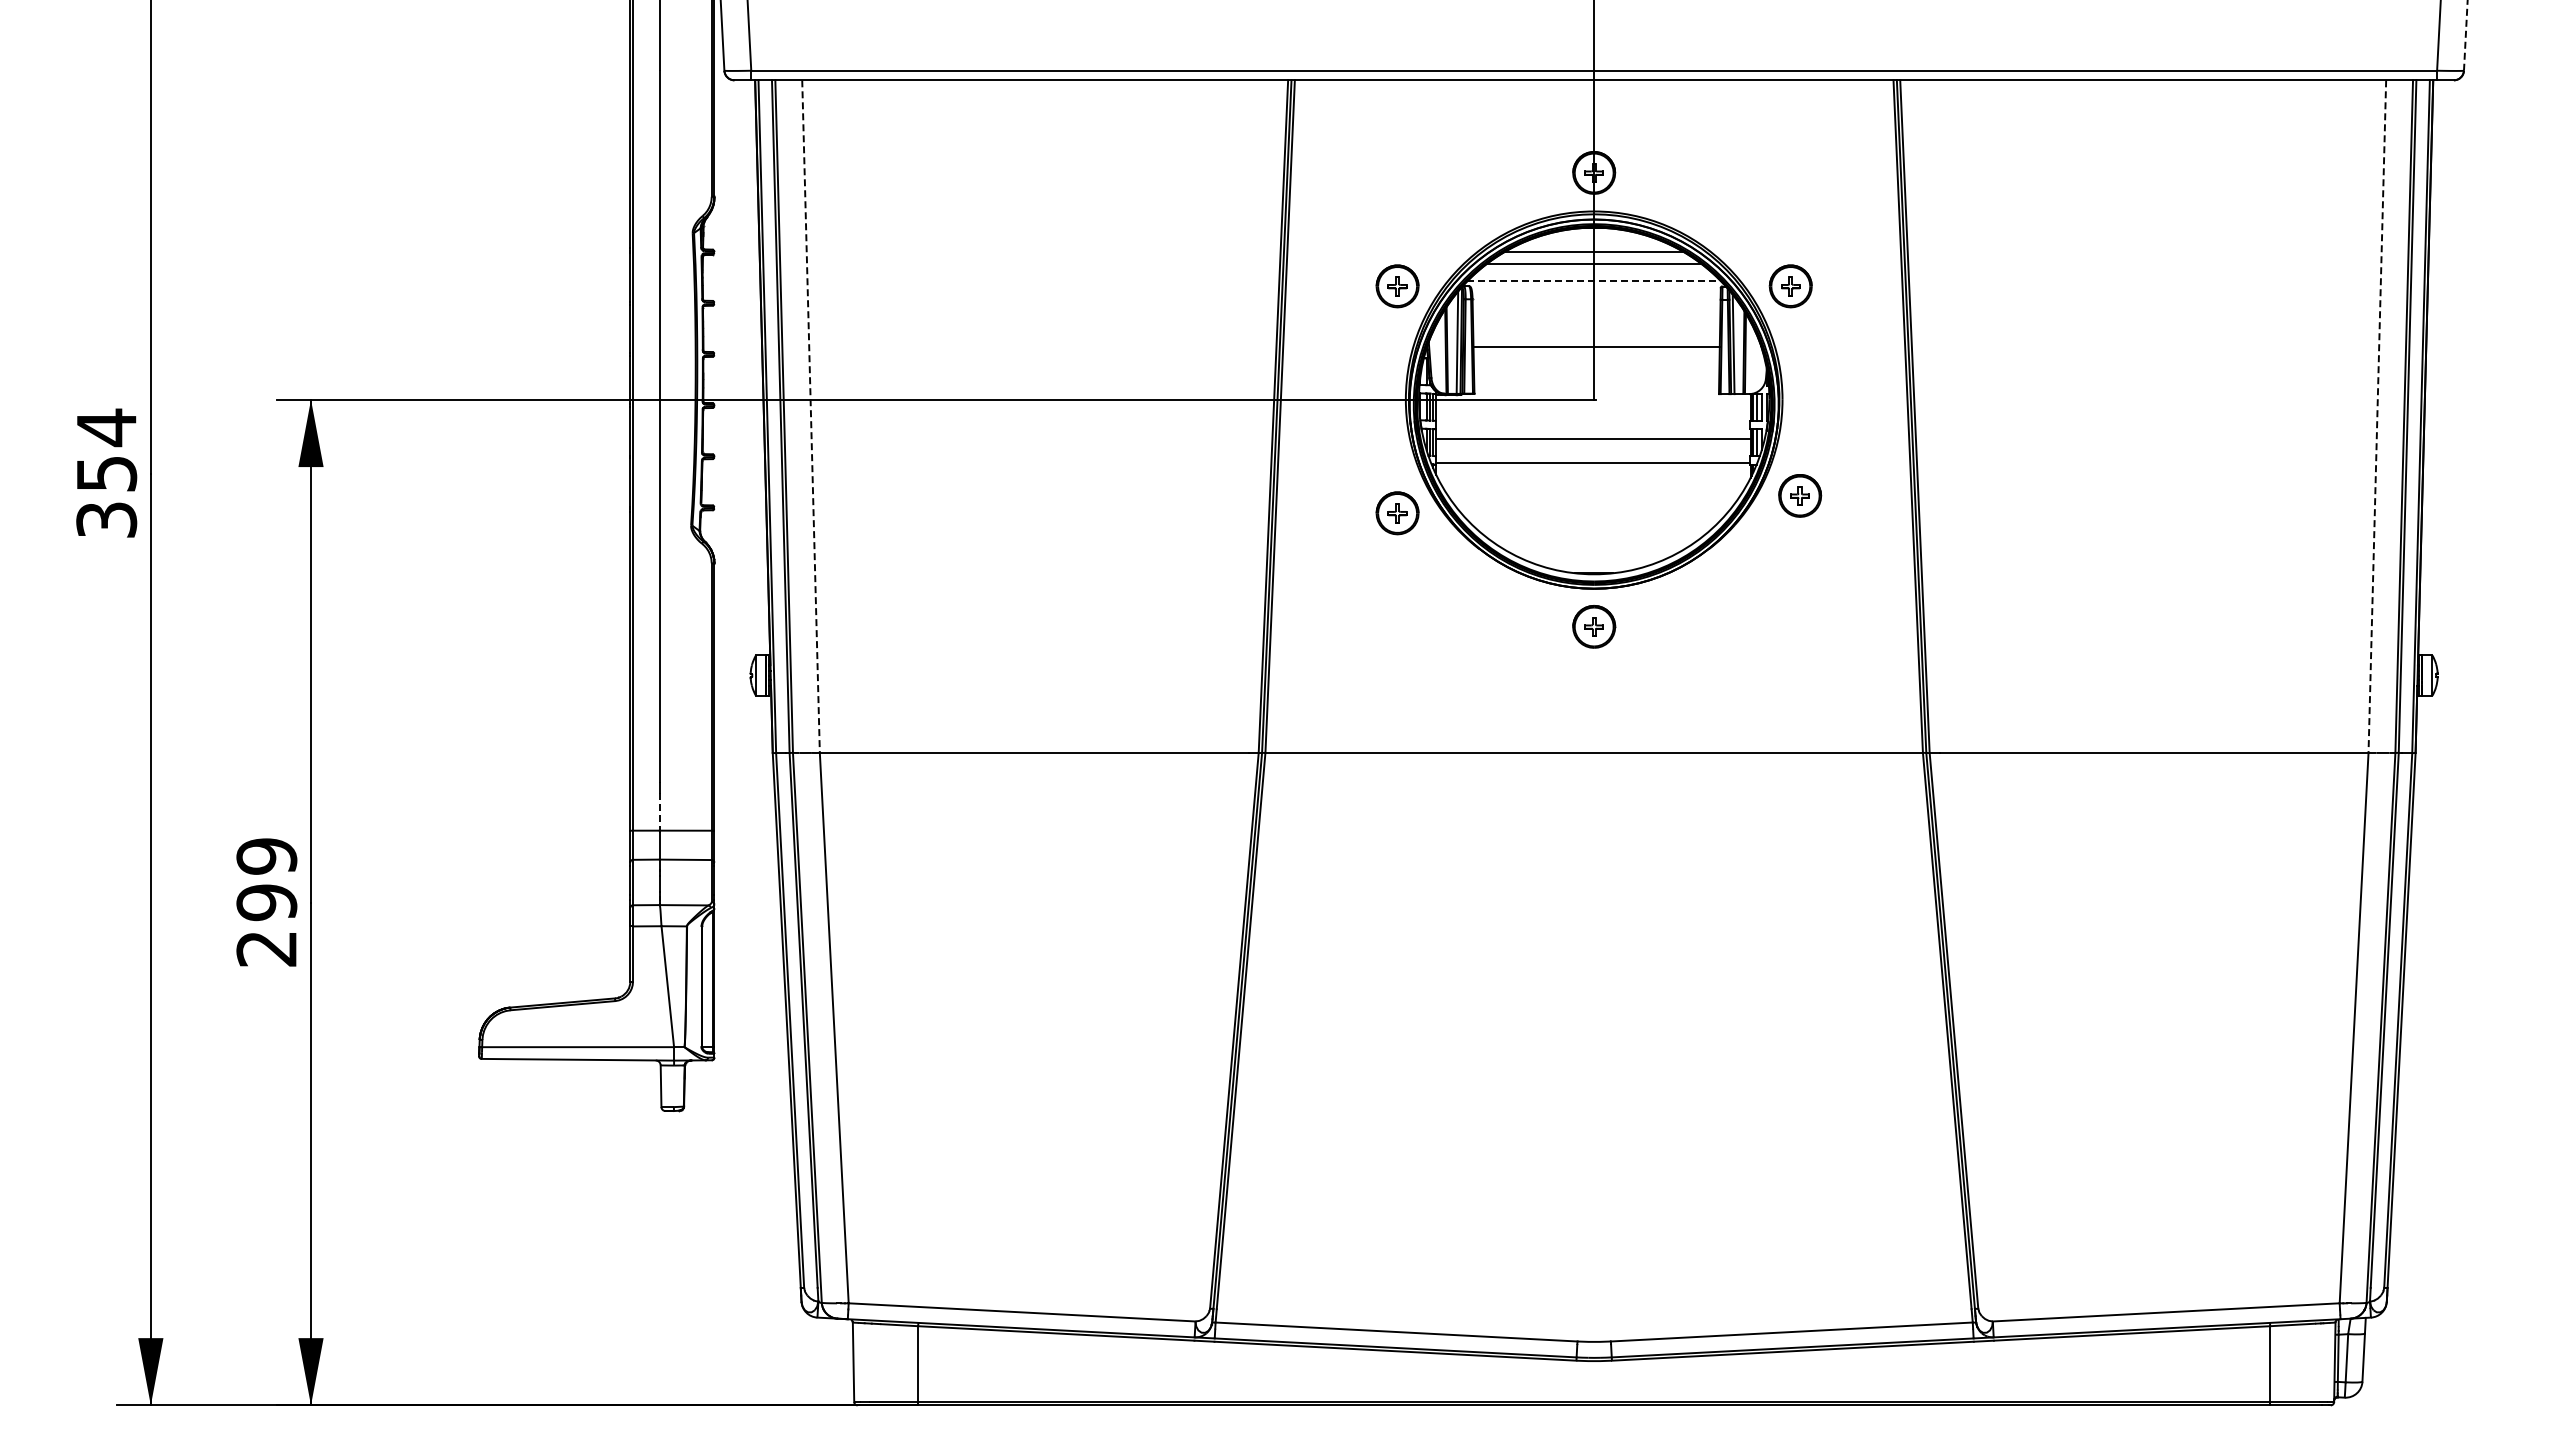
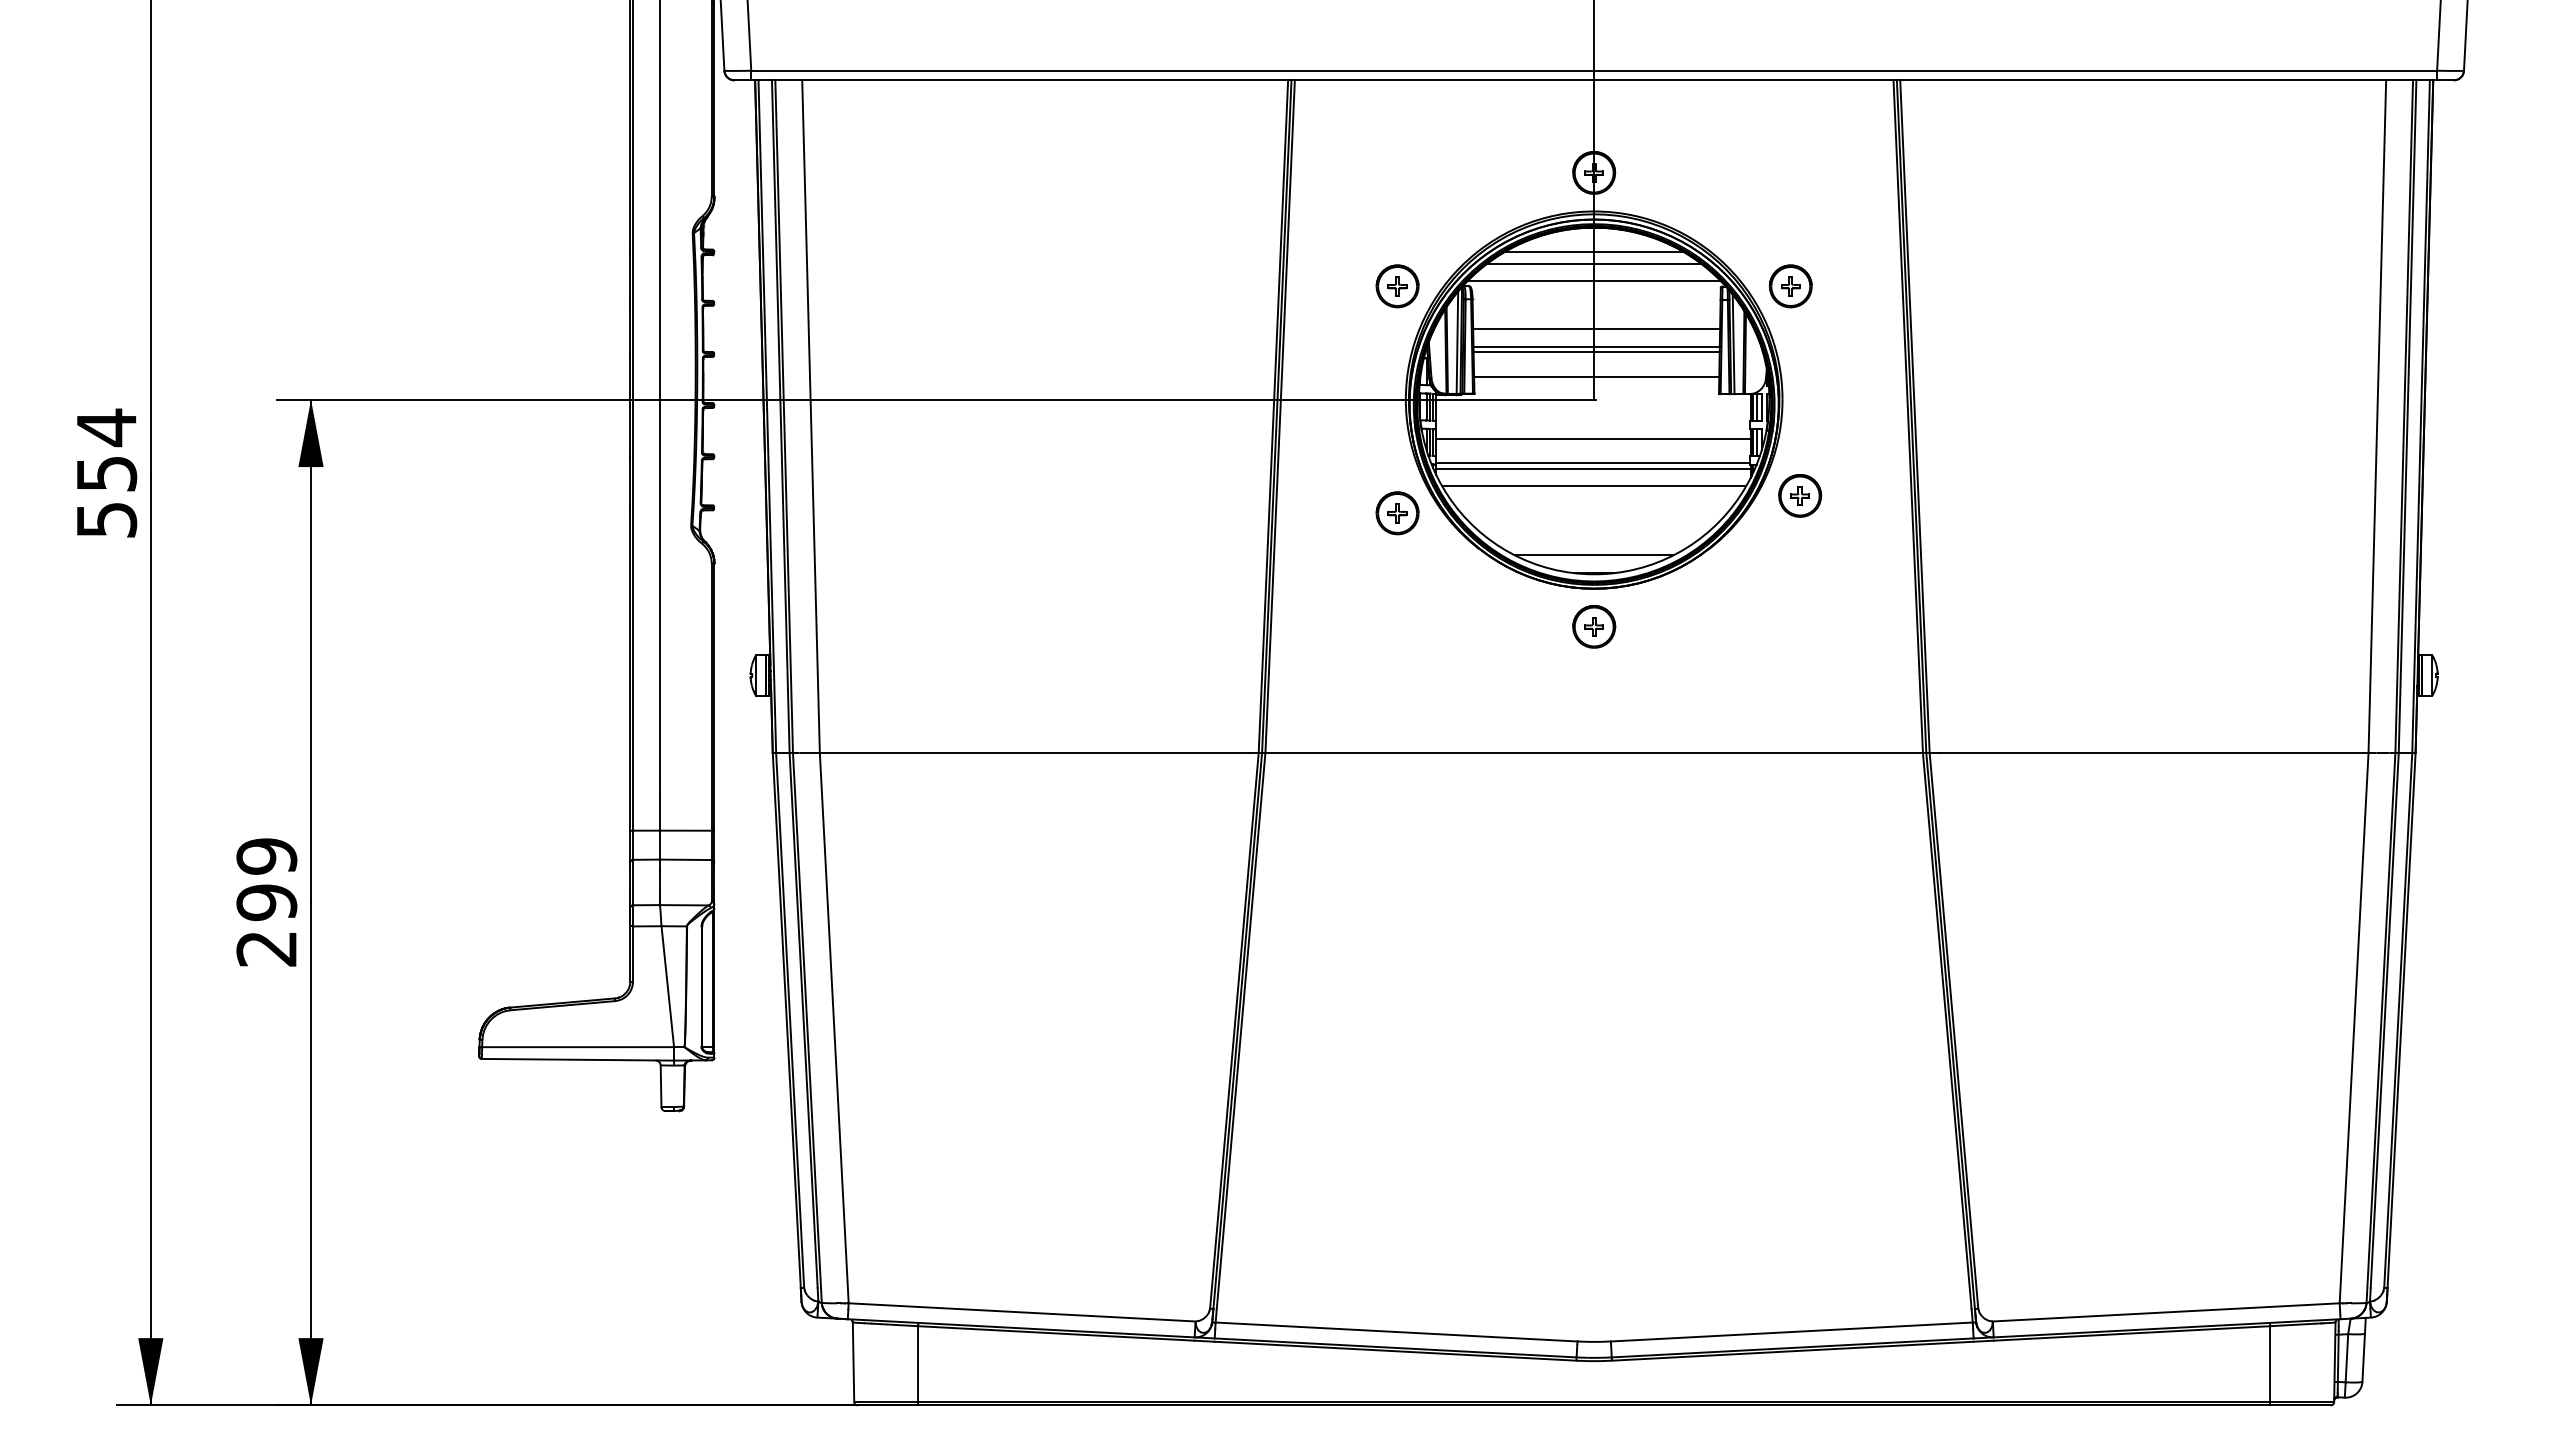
line at (2465, 35): dashed -> solid
line at (1594, 281): dashed -> solid
line at (1596, 329): none -> present
line at (1596, 352): none -> present
line at (1596, 376): none -> present
line at (811, 417): dashed -> solid
line at (2377, 417): dashed -> solid
line at (1593, 468): none -> present
line at (1594, 486): none -> present
text at (106, 519): 354 -> 554
line at (1593, 555): none -> present
line at (659, 811): dashed -> solid
